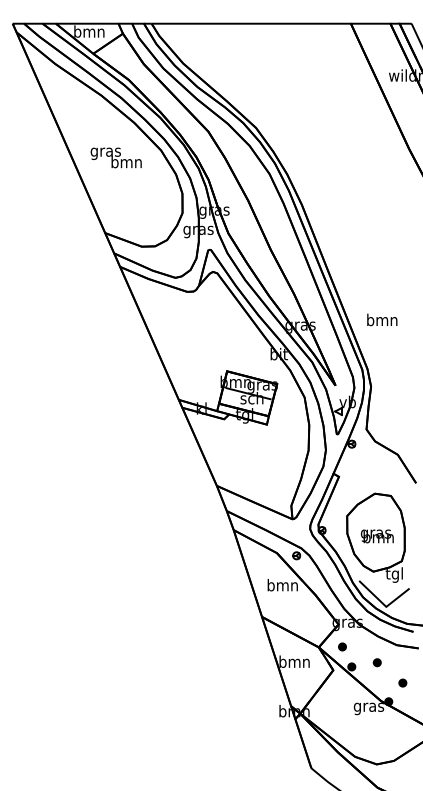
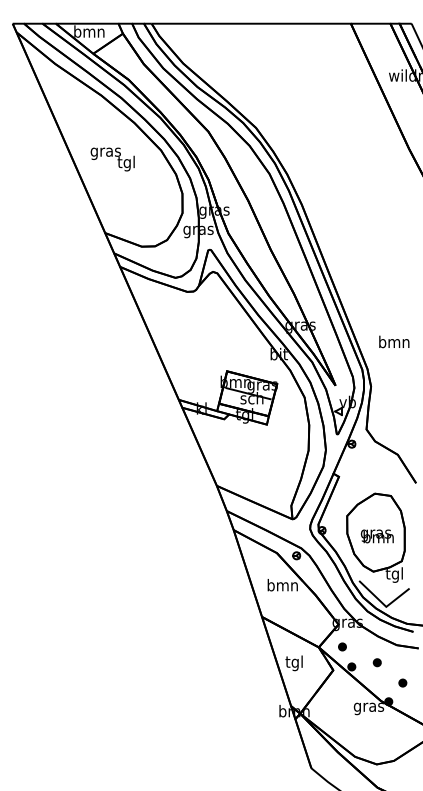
text at (126, 163): bmn -> tgl
text at (382, 319) position: (382, 319) -> (394, 341)
text at (294, 663): bmn -> tgl
